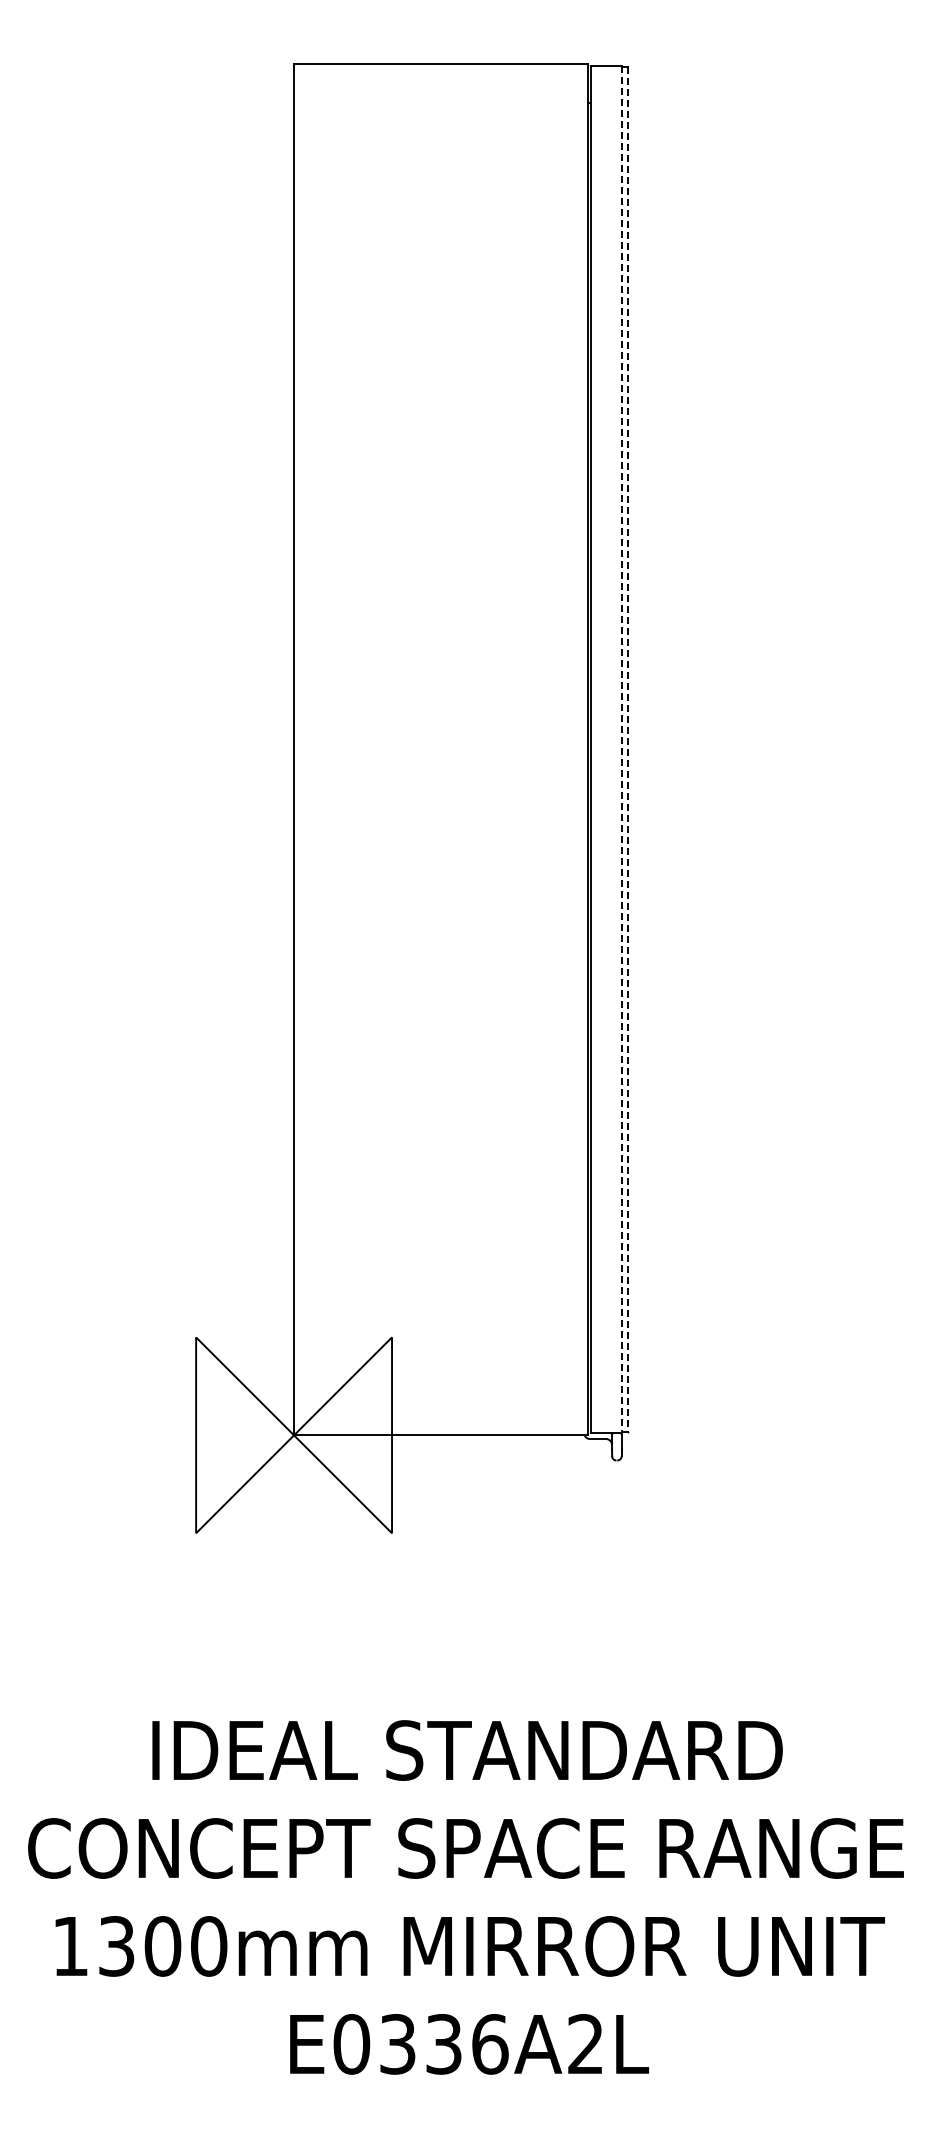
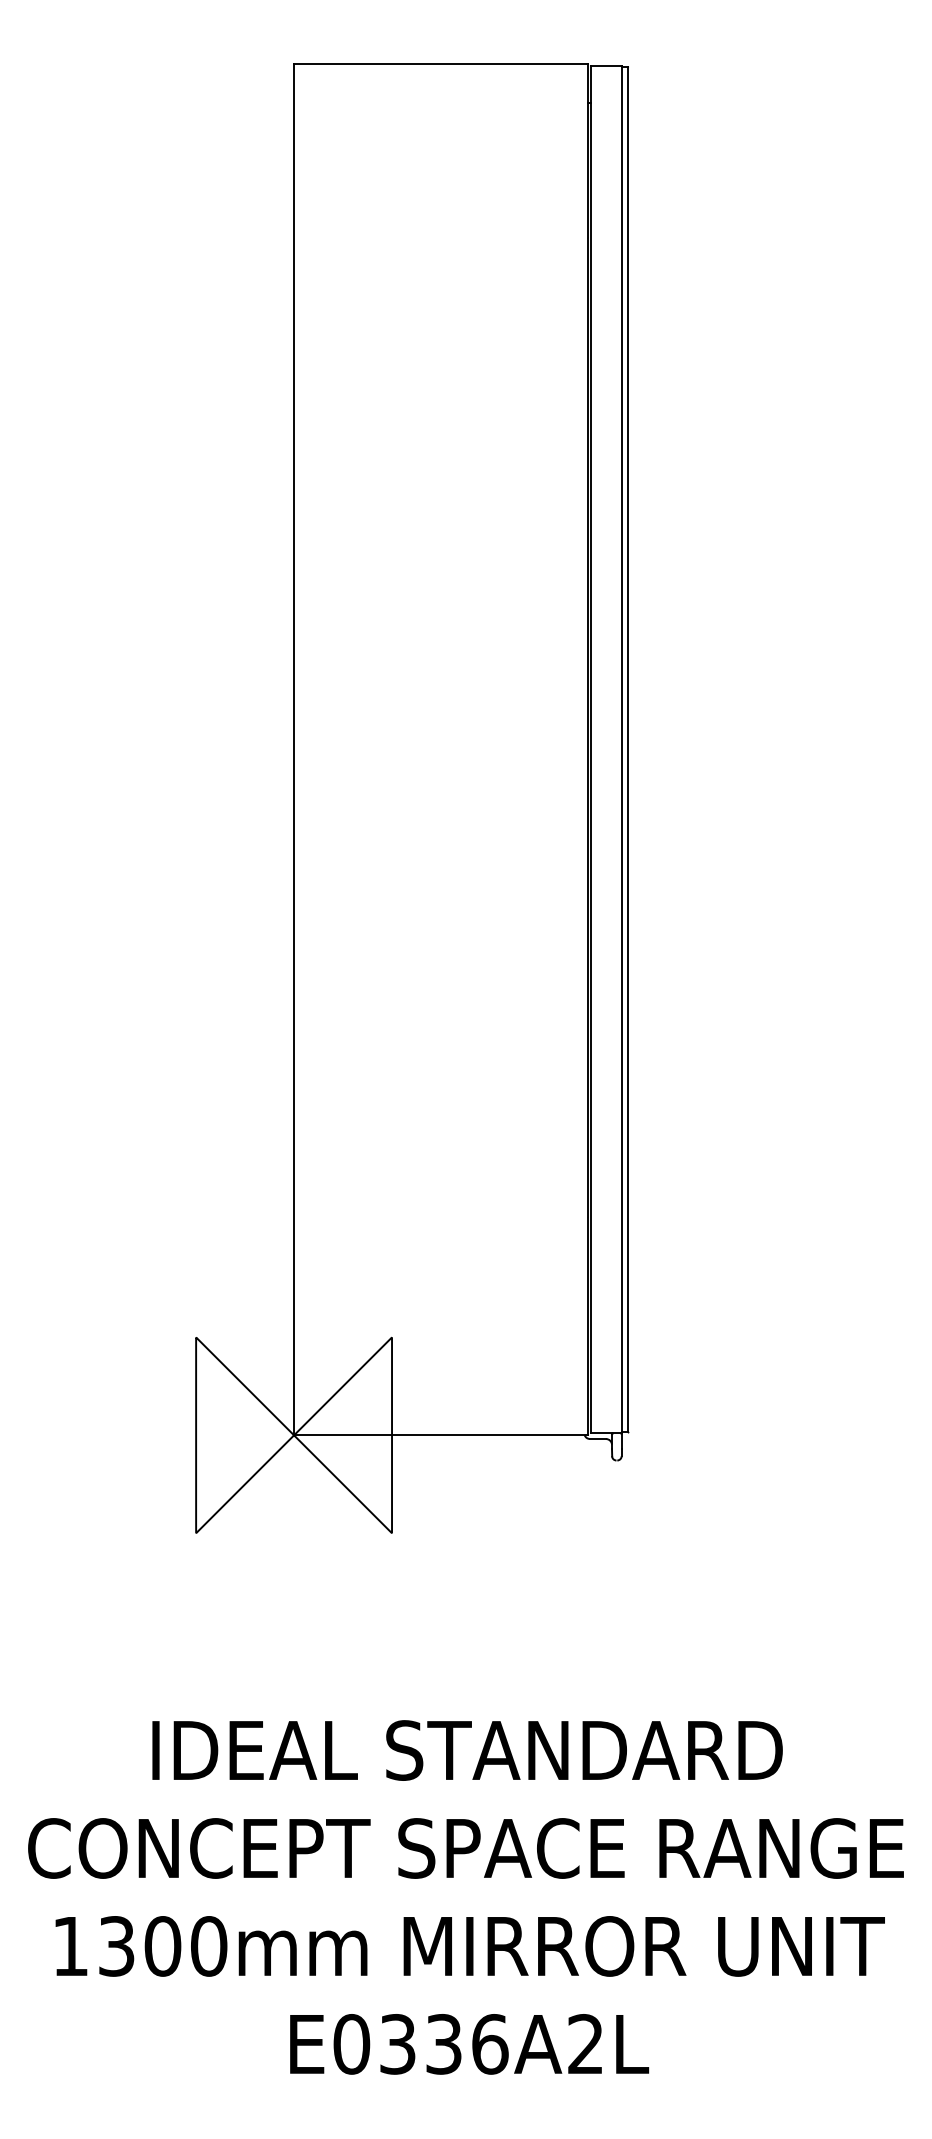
line at (622, 749): dashed -> solid
line at (628, 750): dashed -> solid
